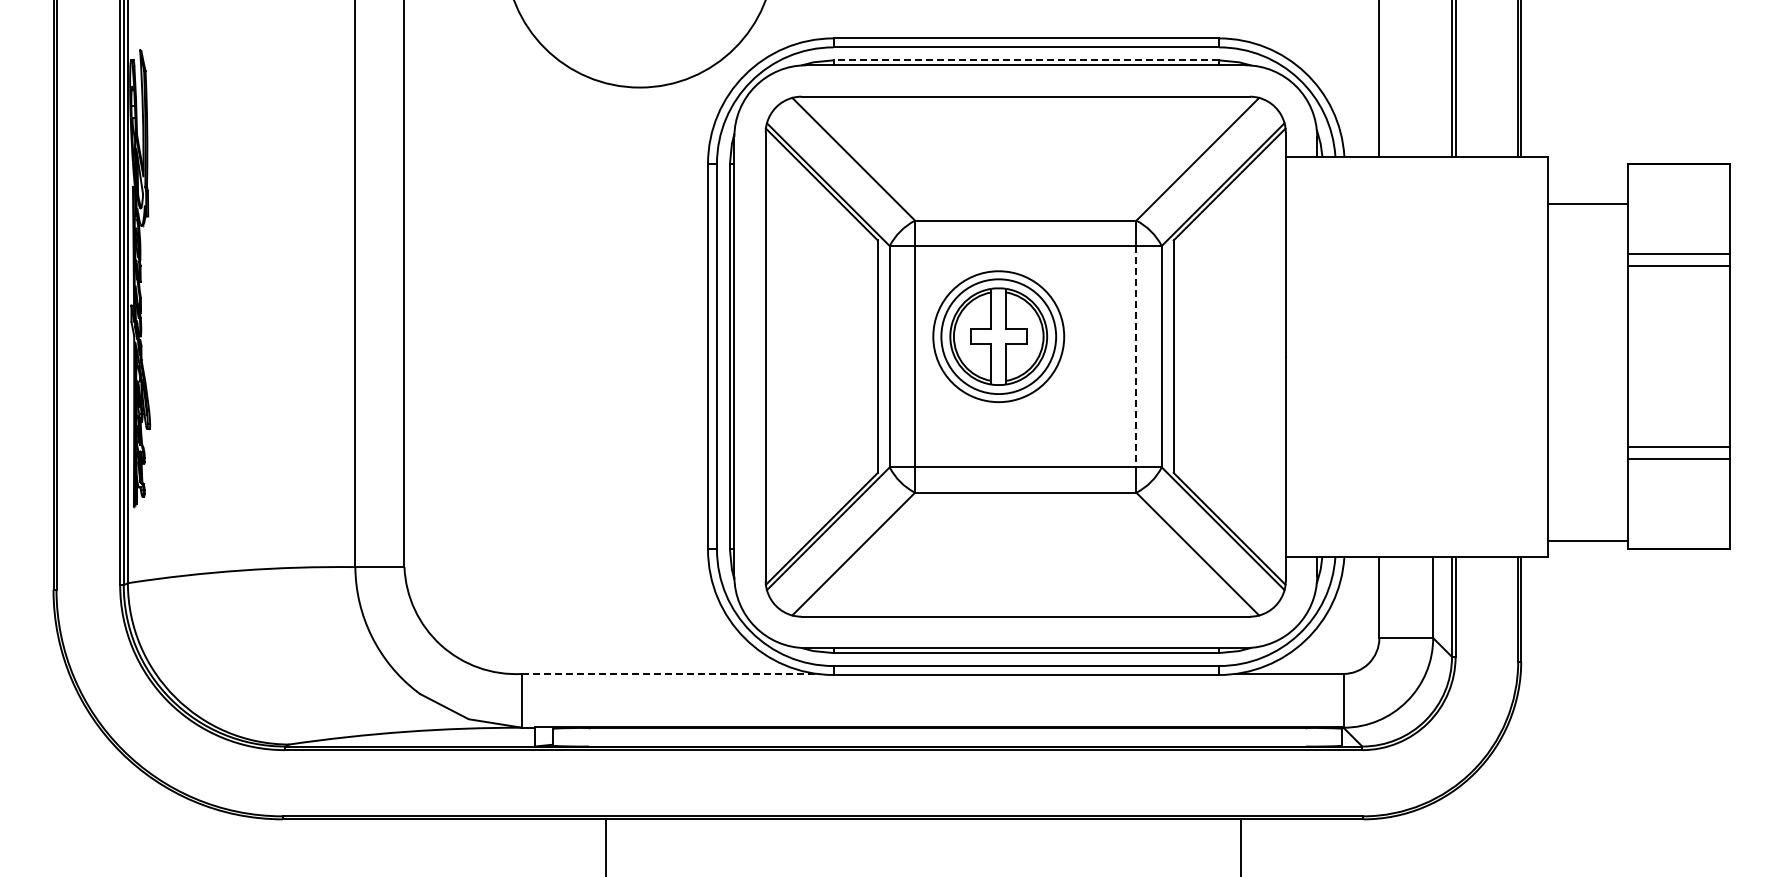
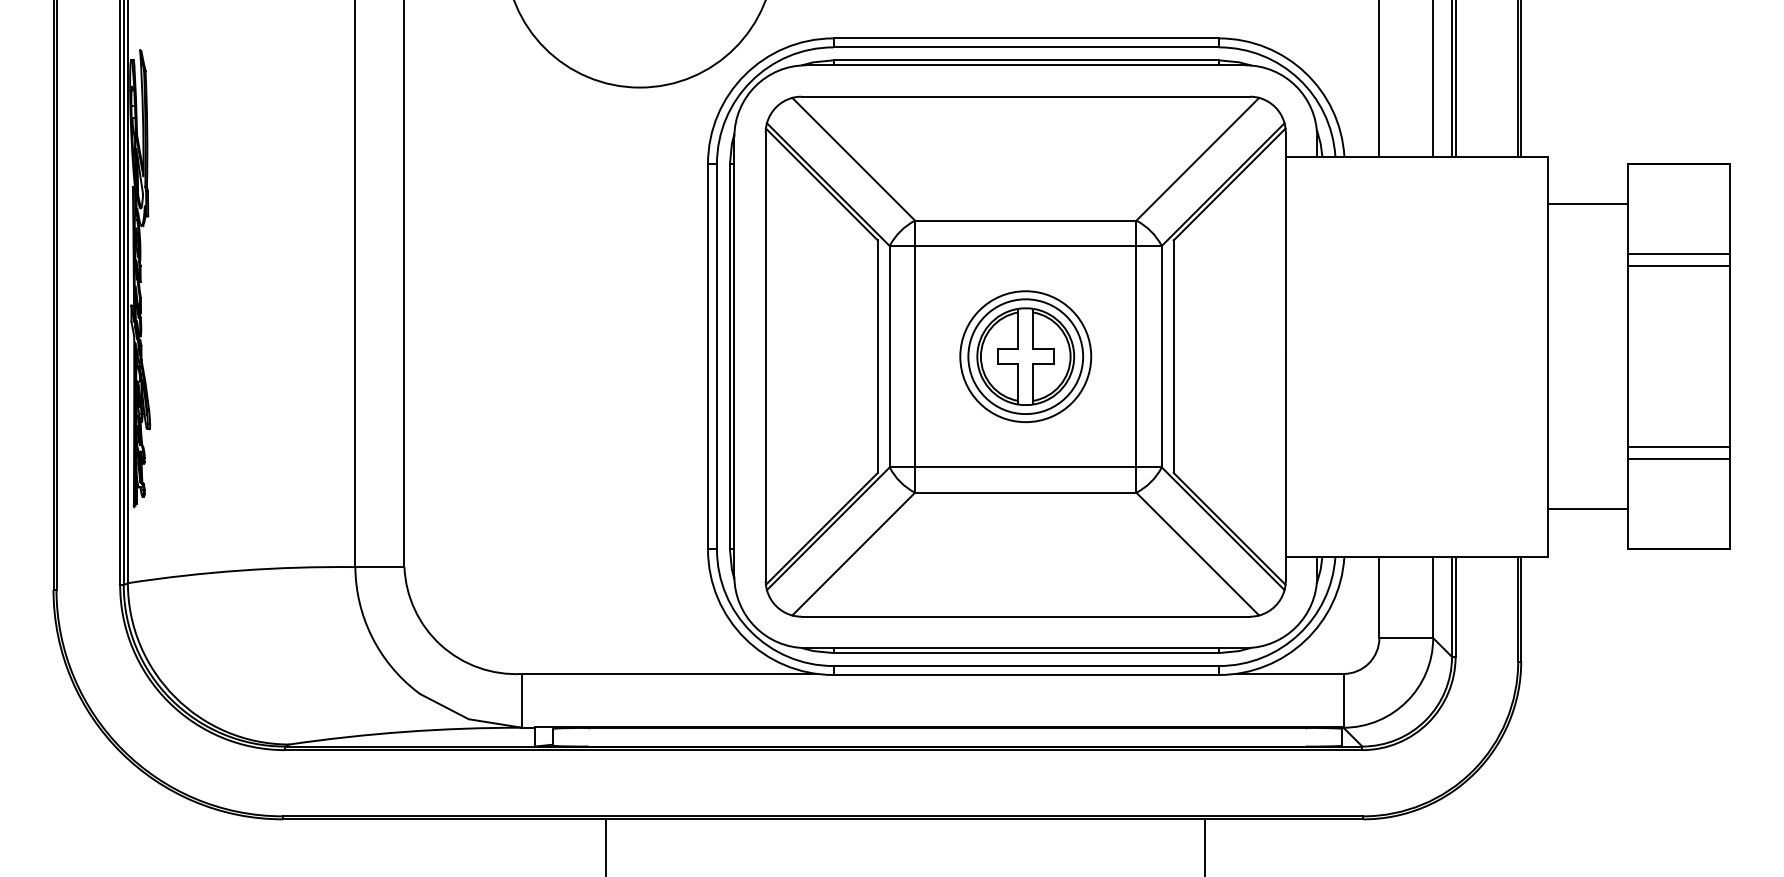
line at (1026, 60): dashed -> solid
line at (1433, 79): none -> present
part at (998, 336) position: (998, 336) -> (1025, 356)
line at (1136, 356): dashed -> solid
line at (1587, 541) position: (1587, 541) -> (1587, 509)
line at (669, 673): dashed -> solid
line at (1240, 846) position: (1240, 846) -> (1204, 846)
